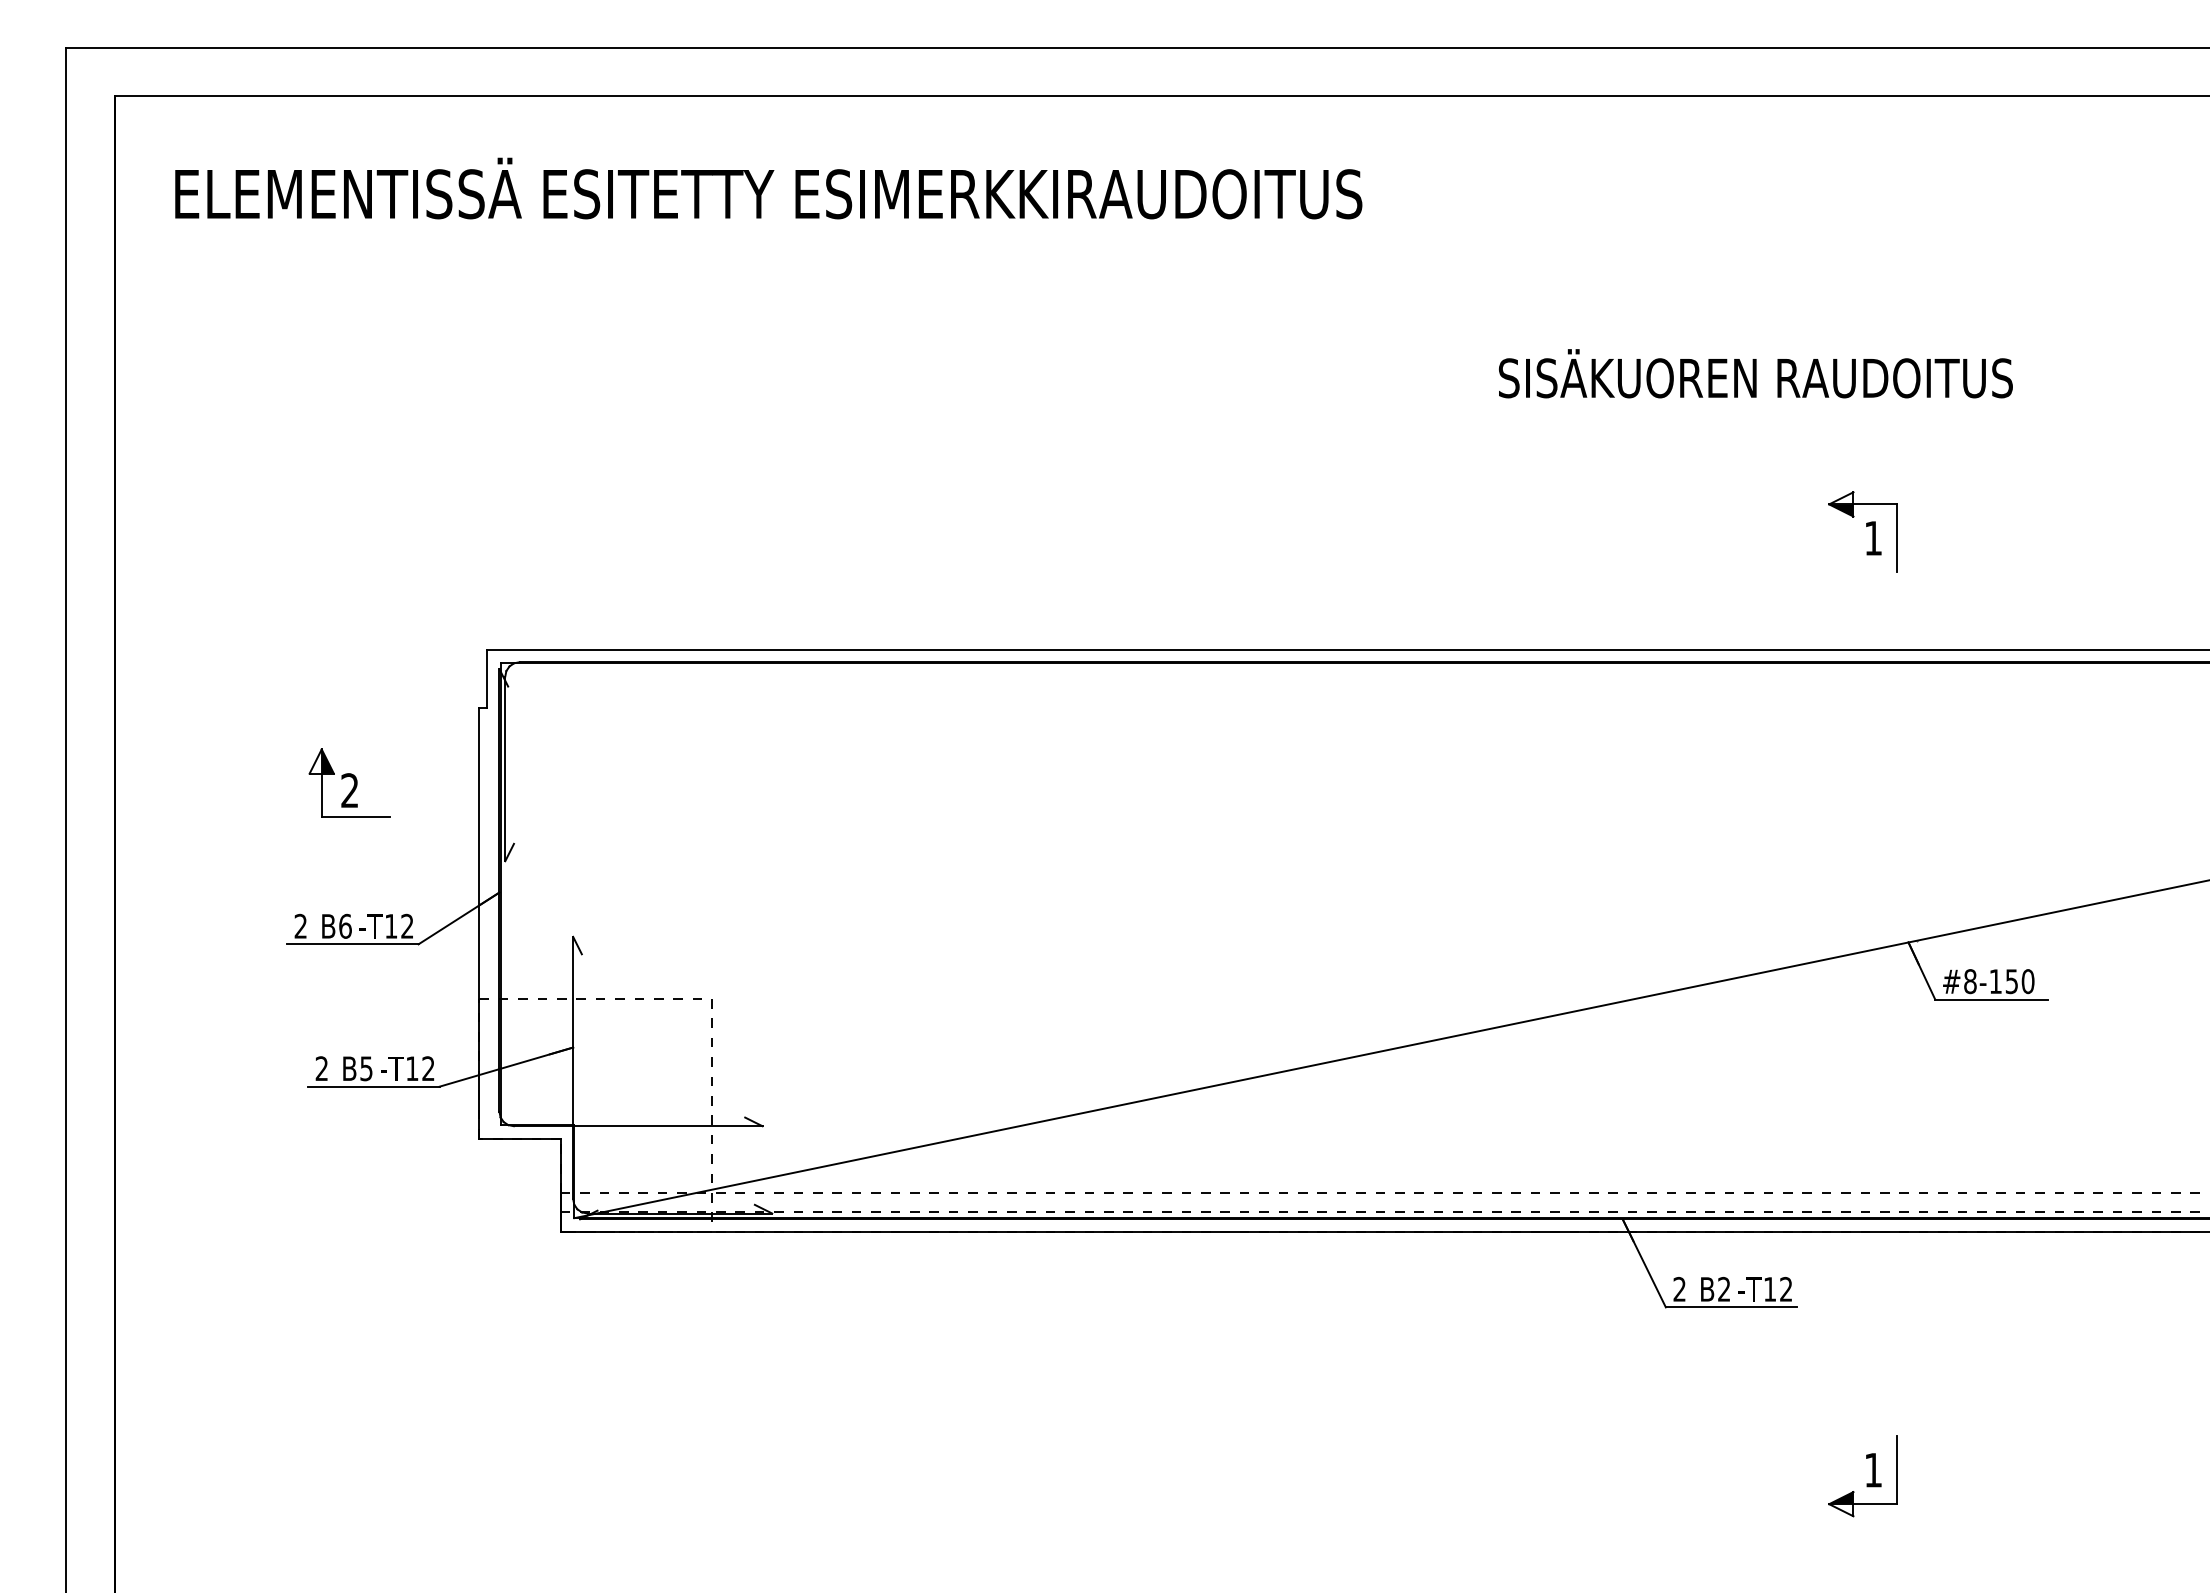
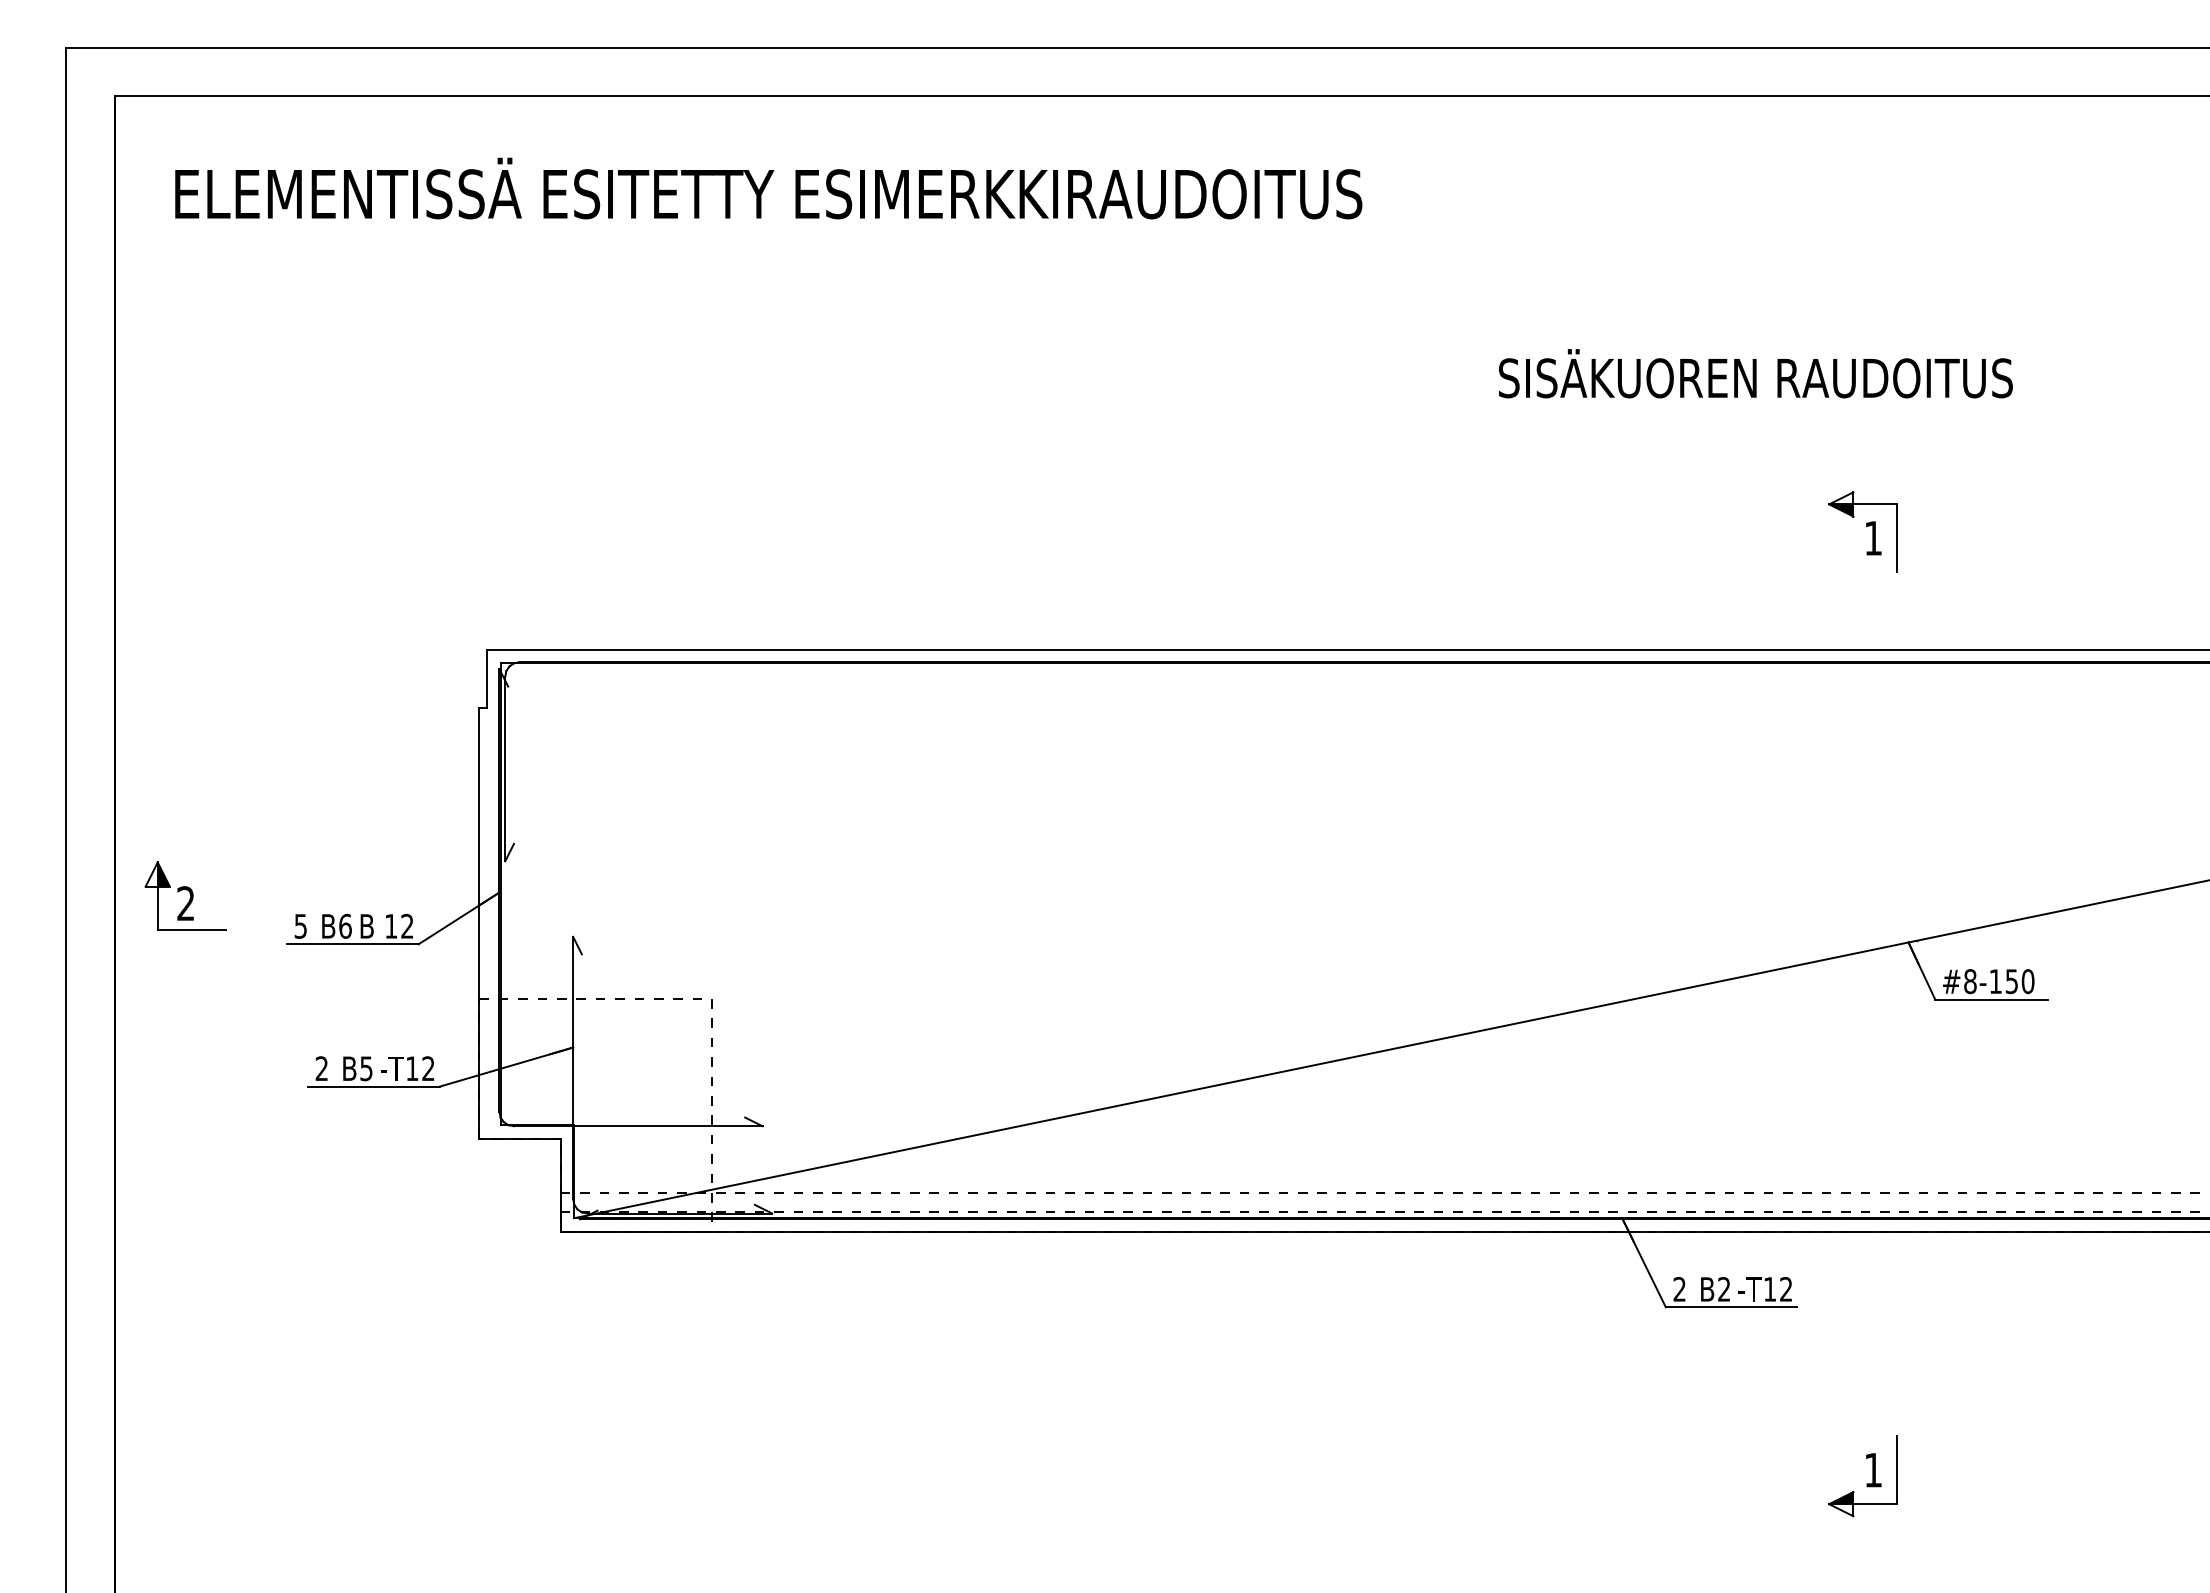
part at (349, 782) position: (349, 782) -> (185, 895)
text at (300, 925): 2 -> 5
text at (370, 926): -T -> B
